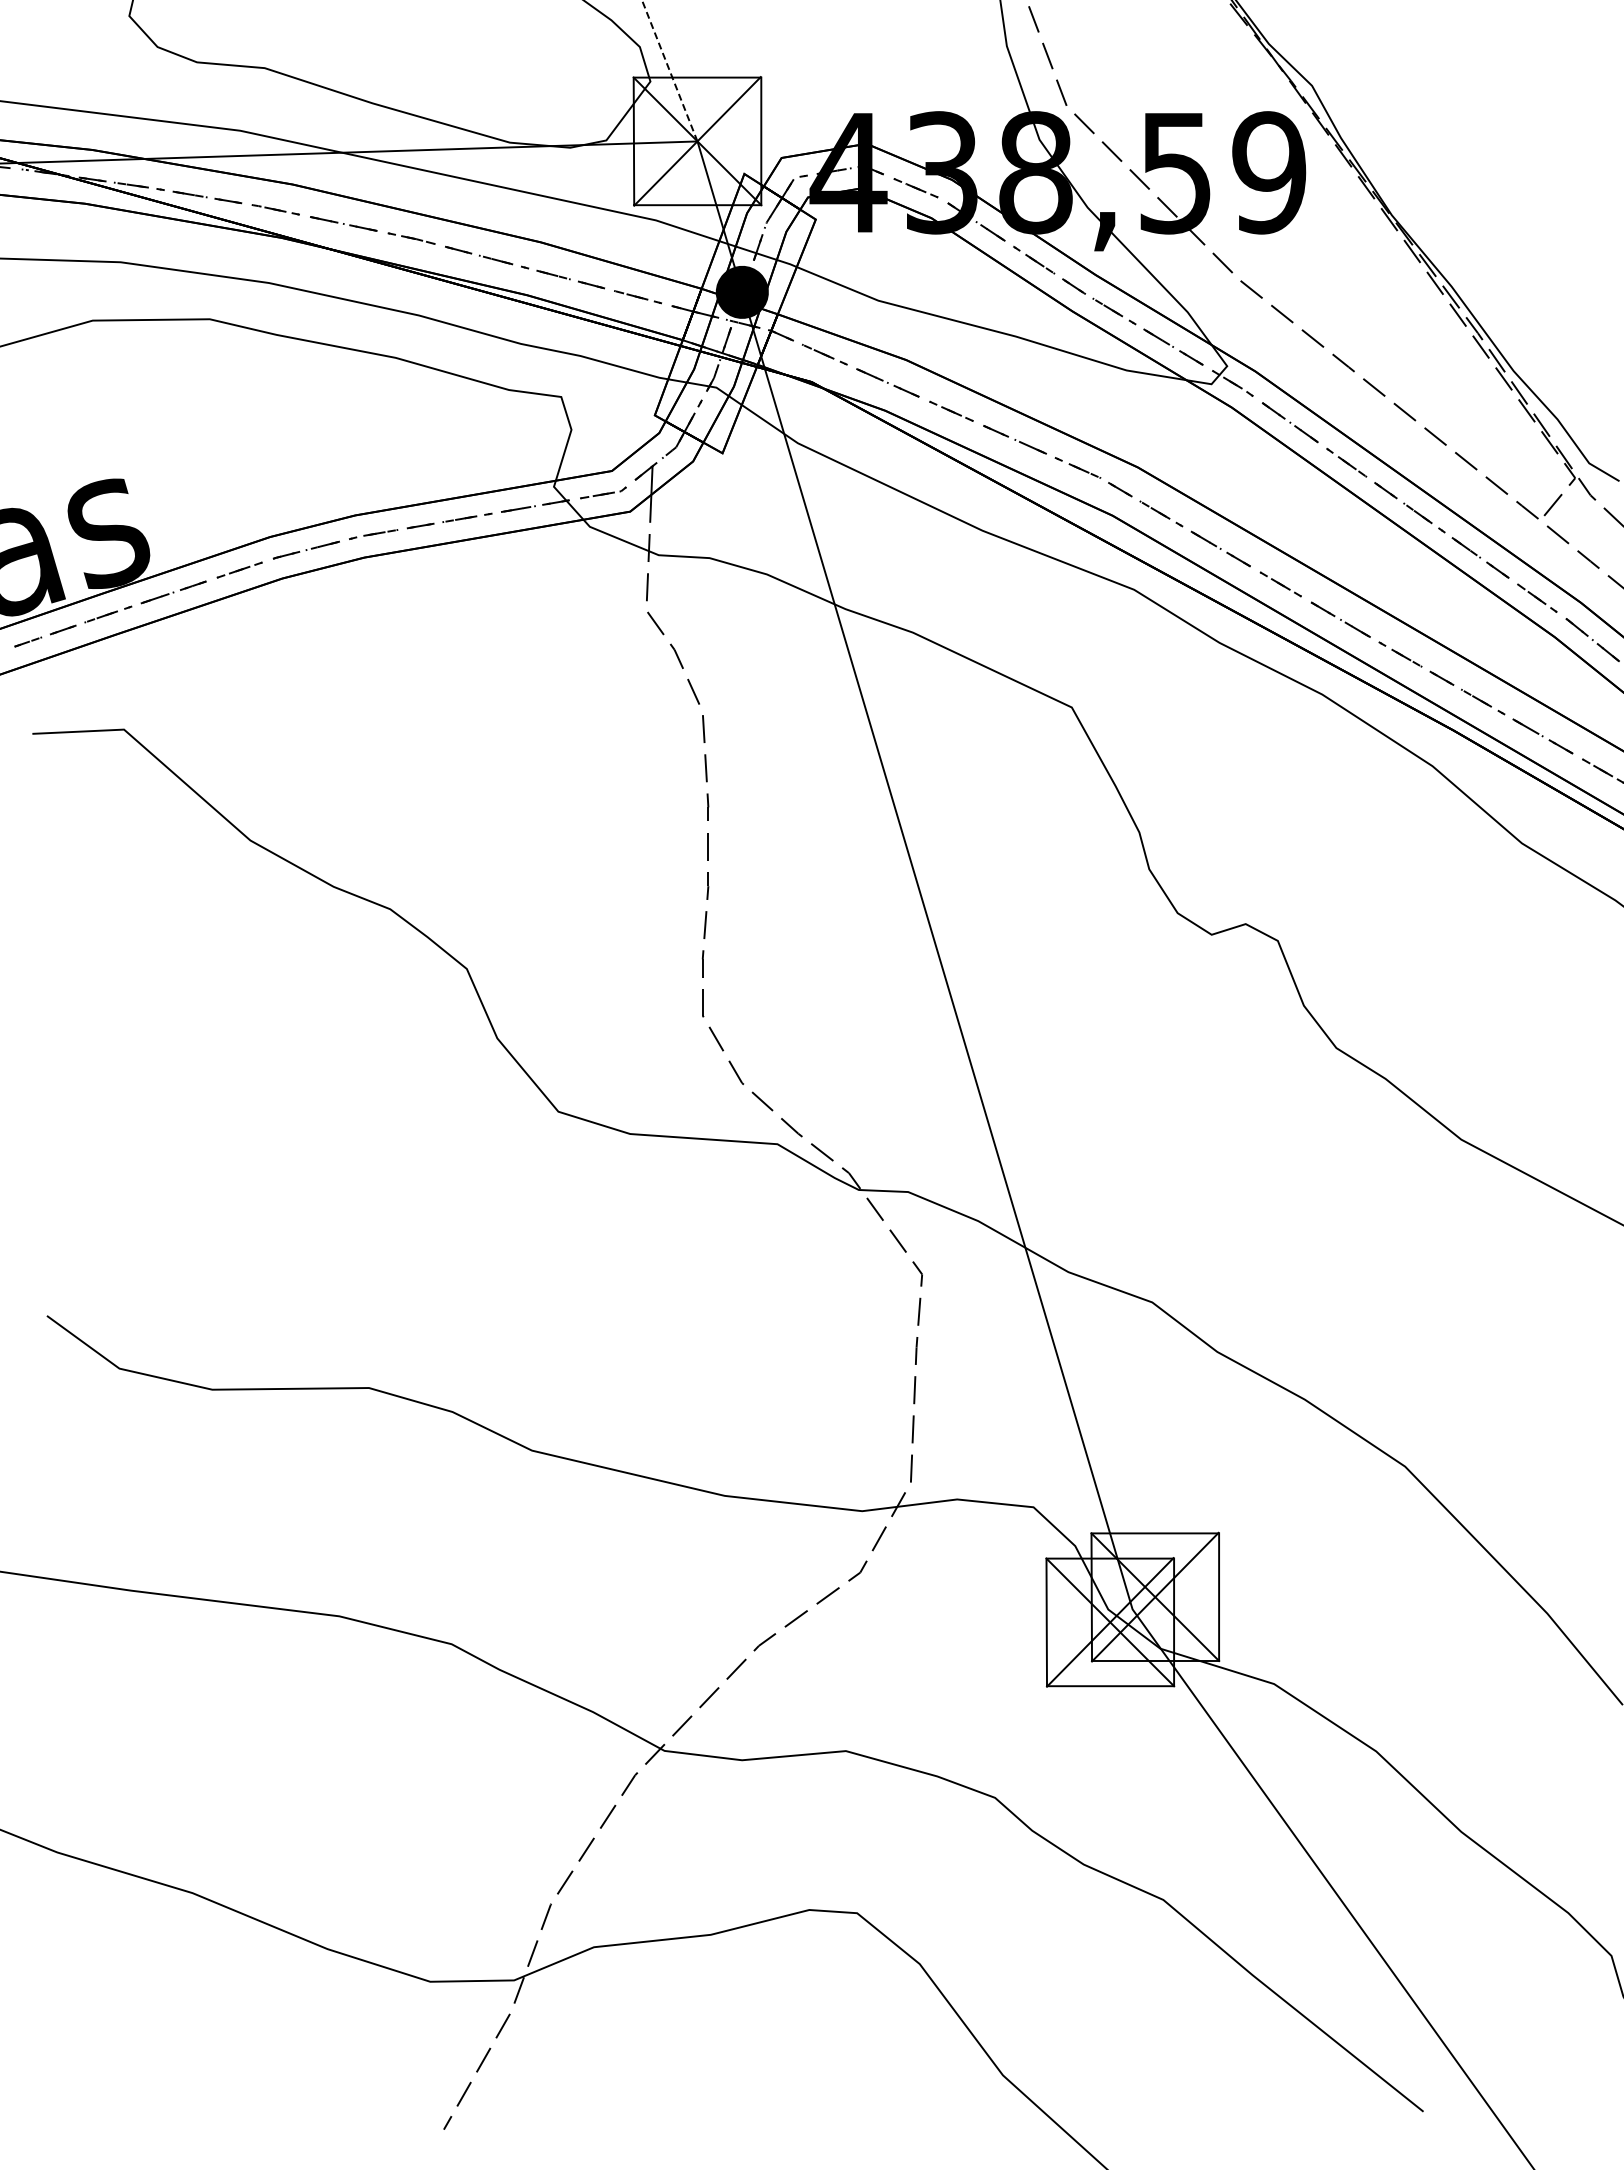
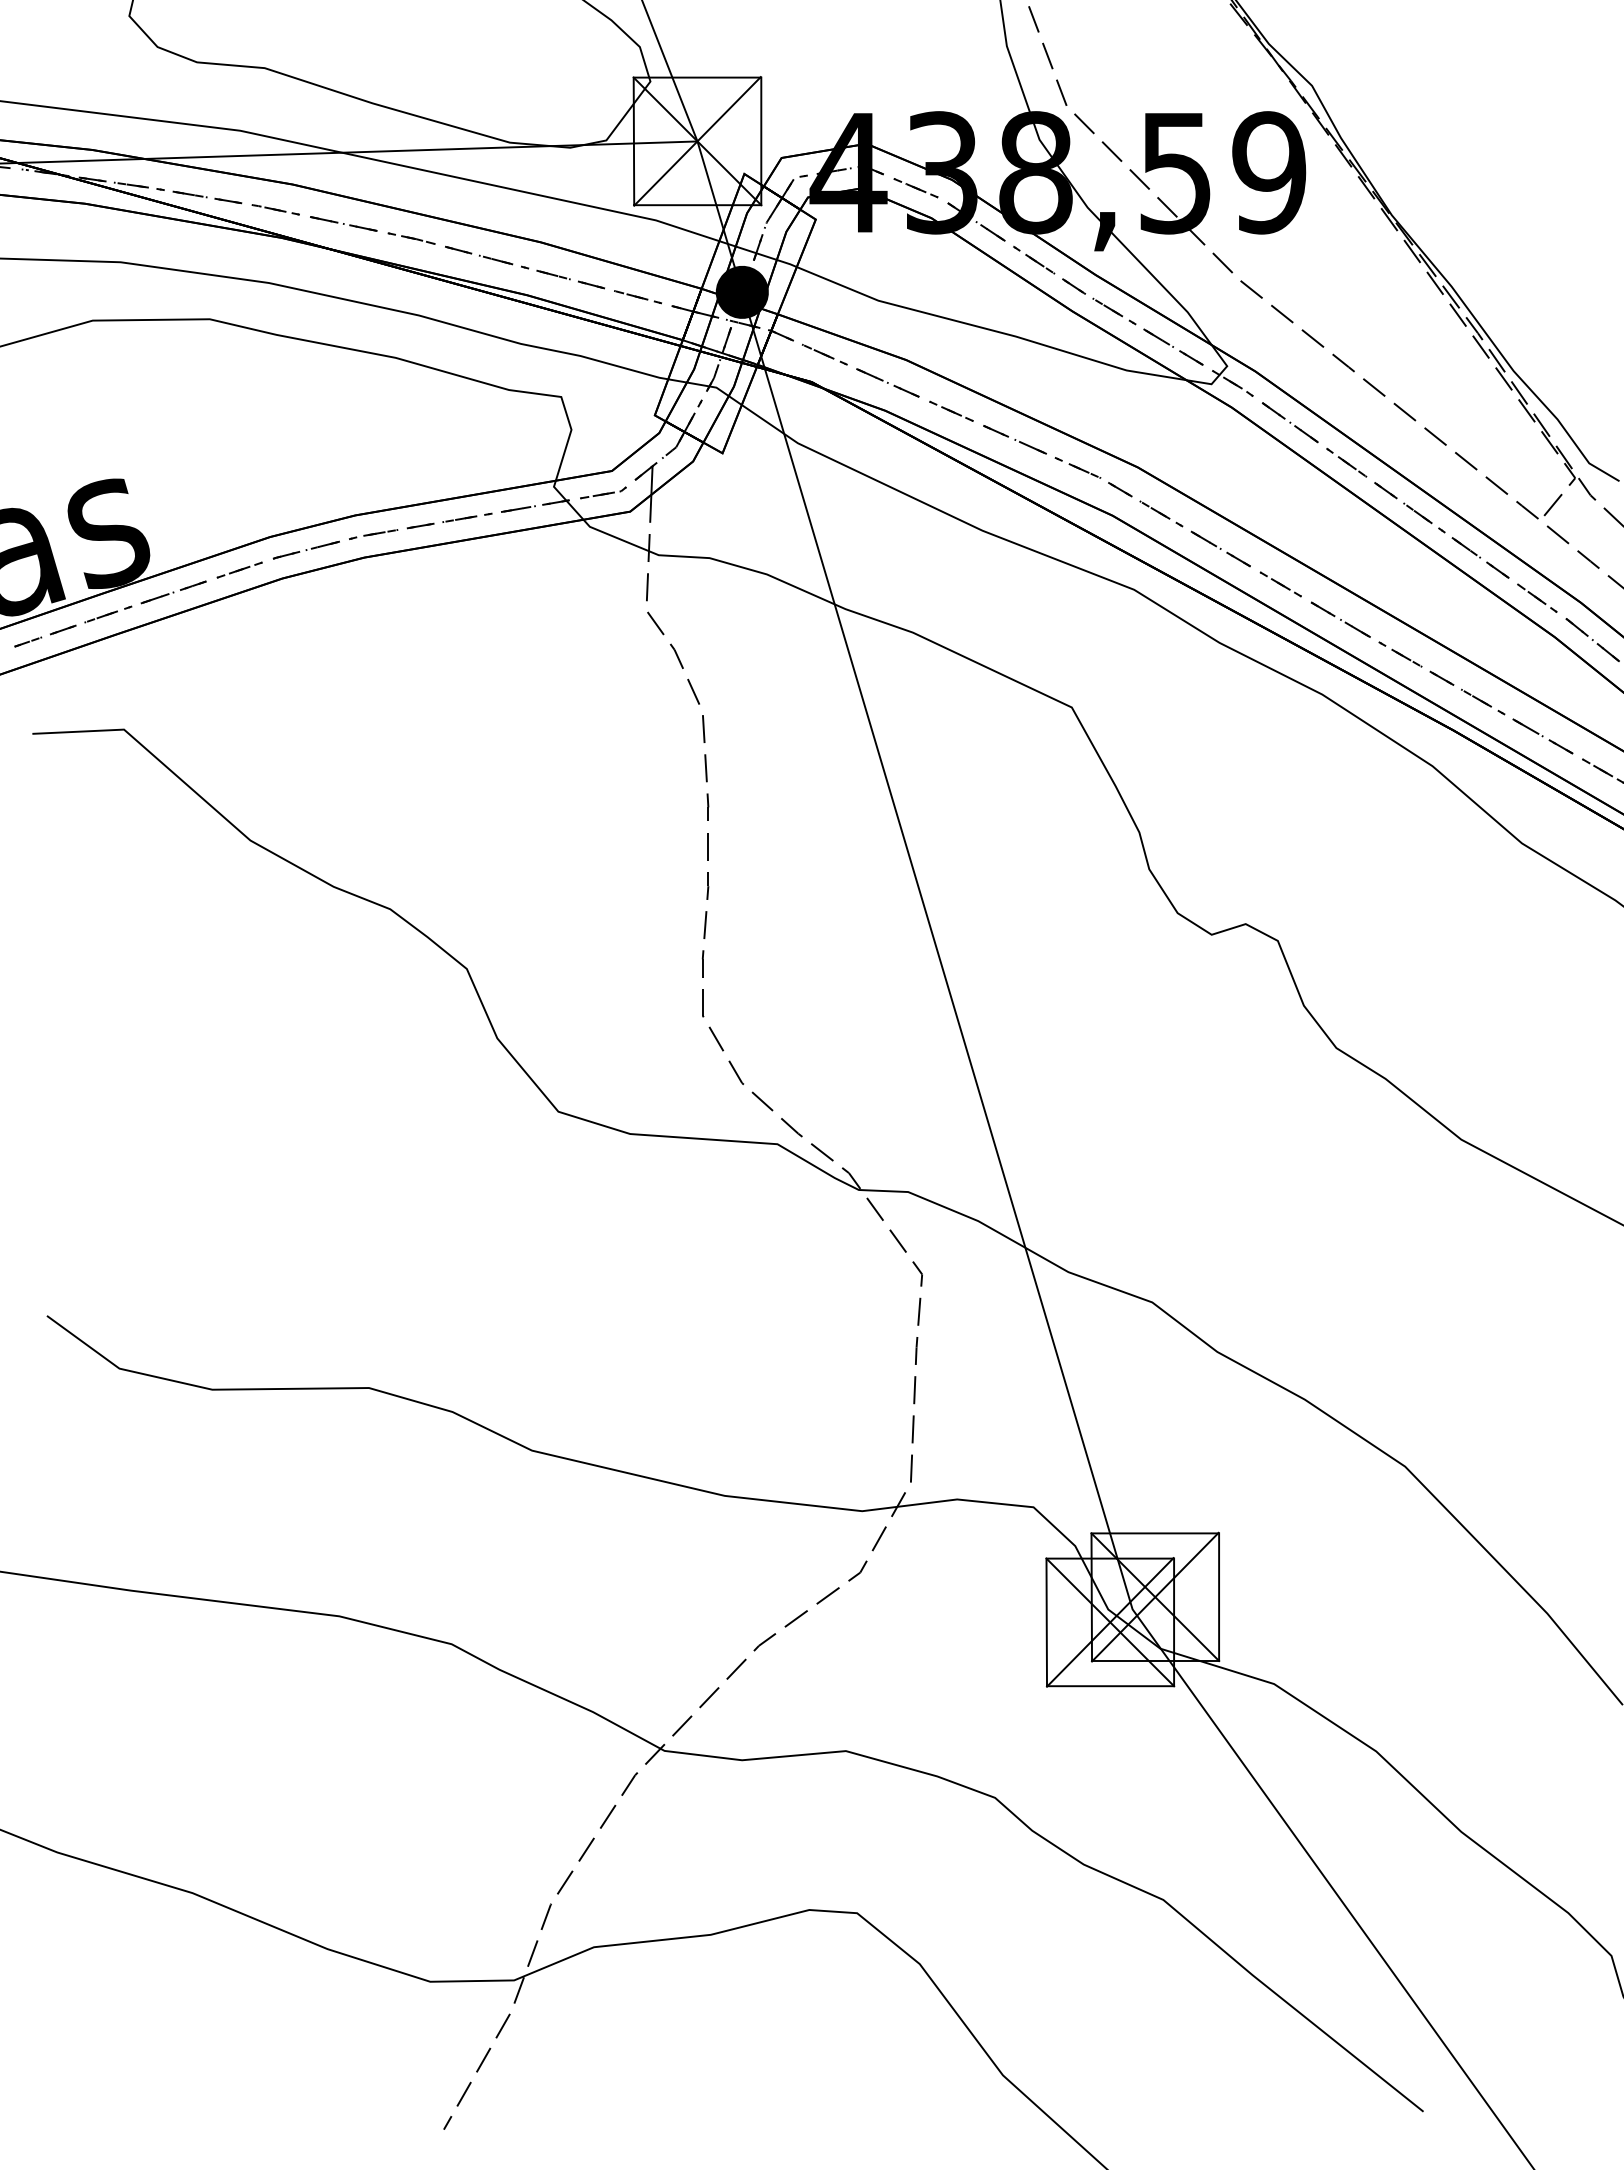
line at (669, 70): dashed -> solid
